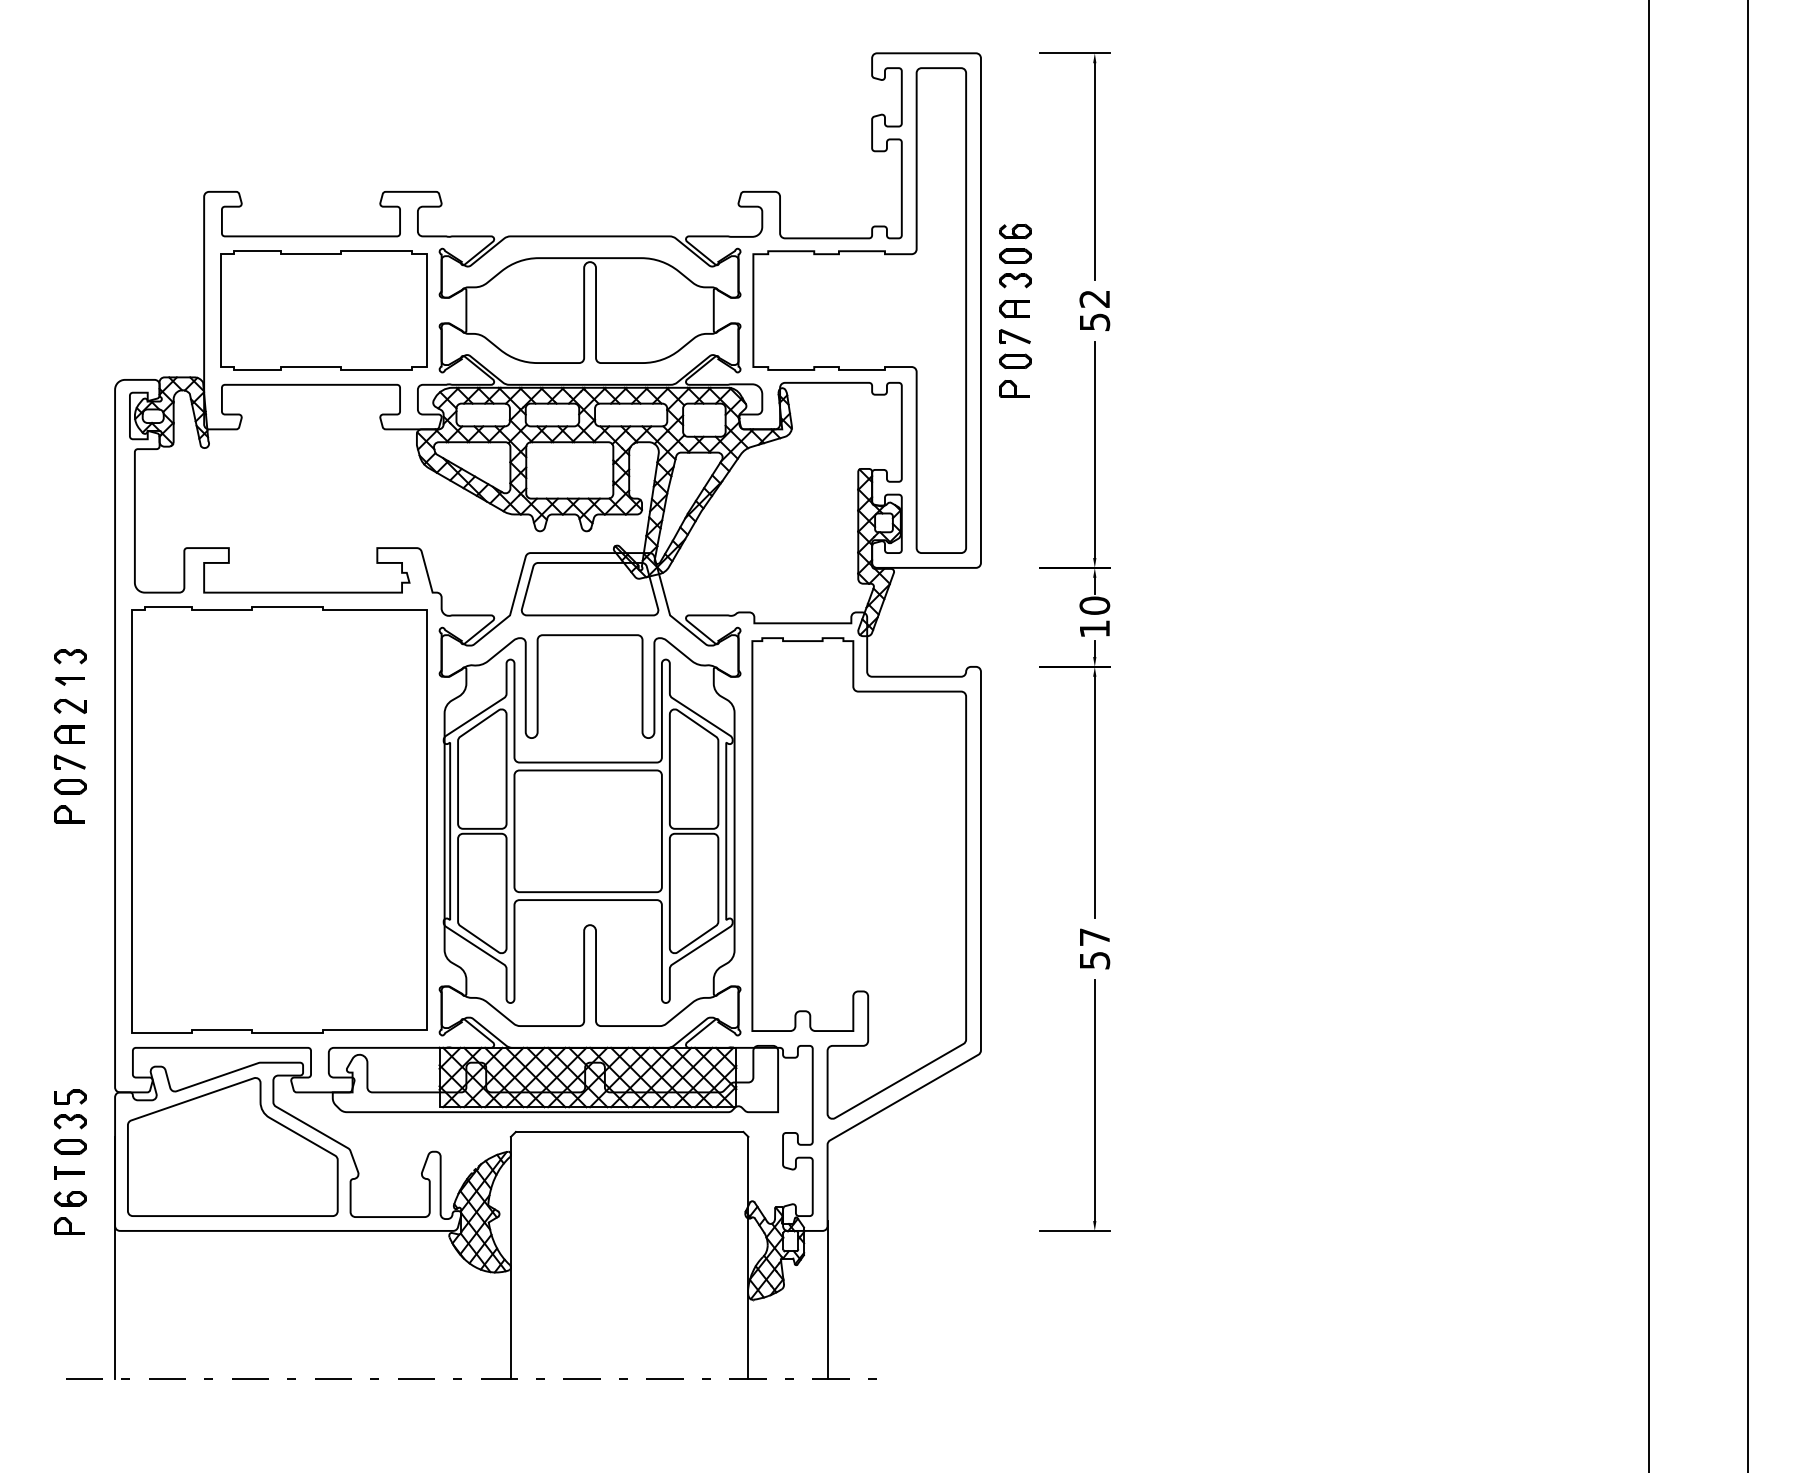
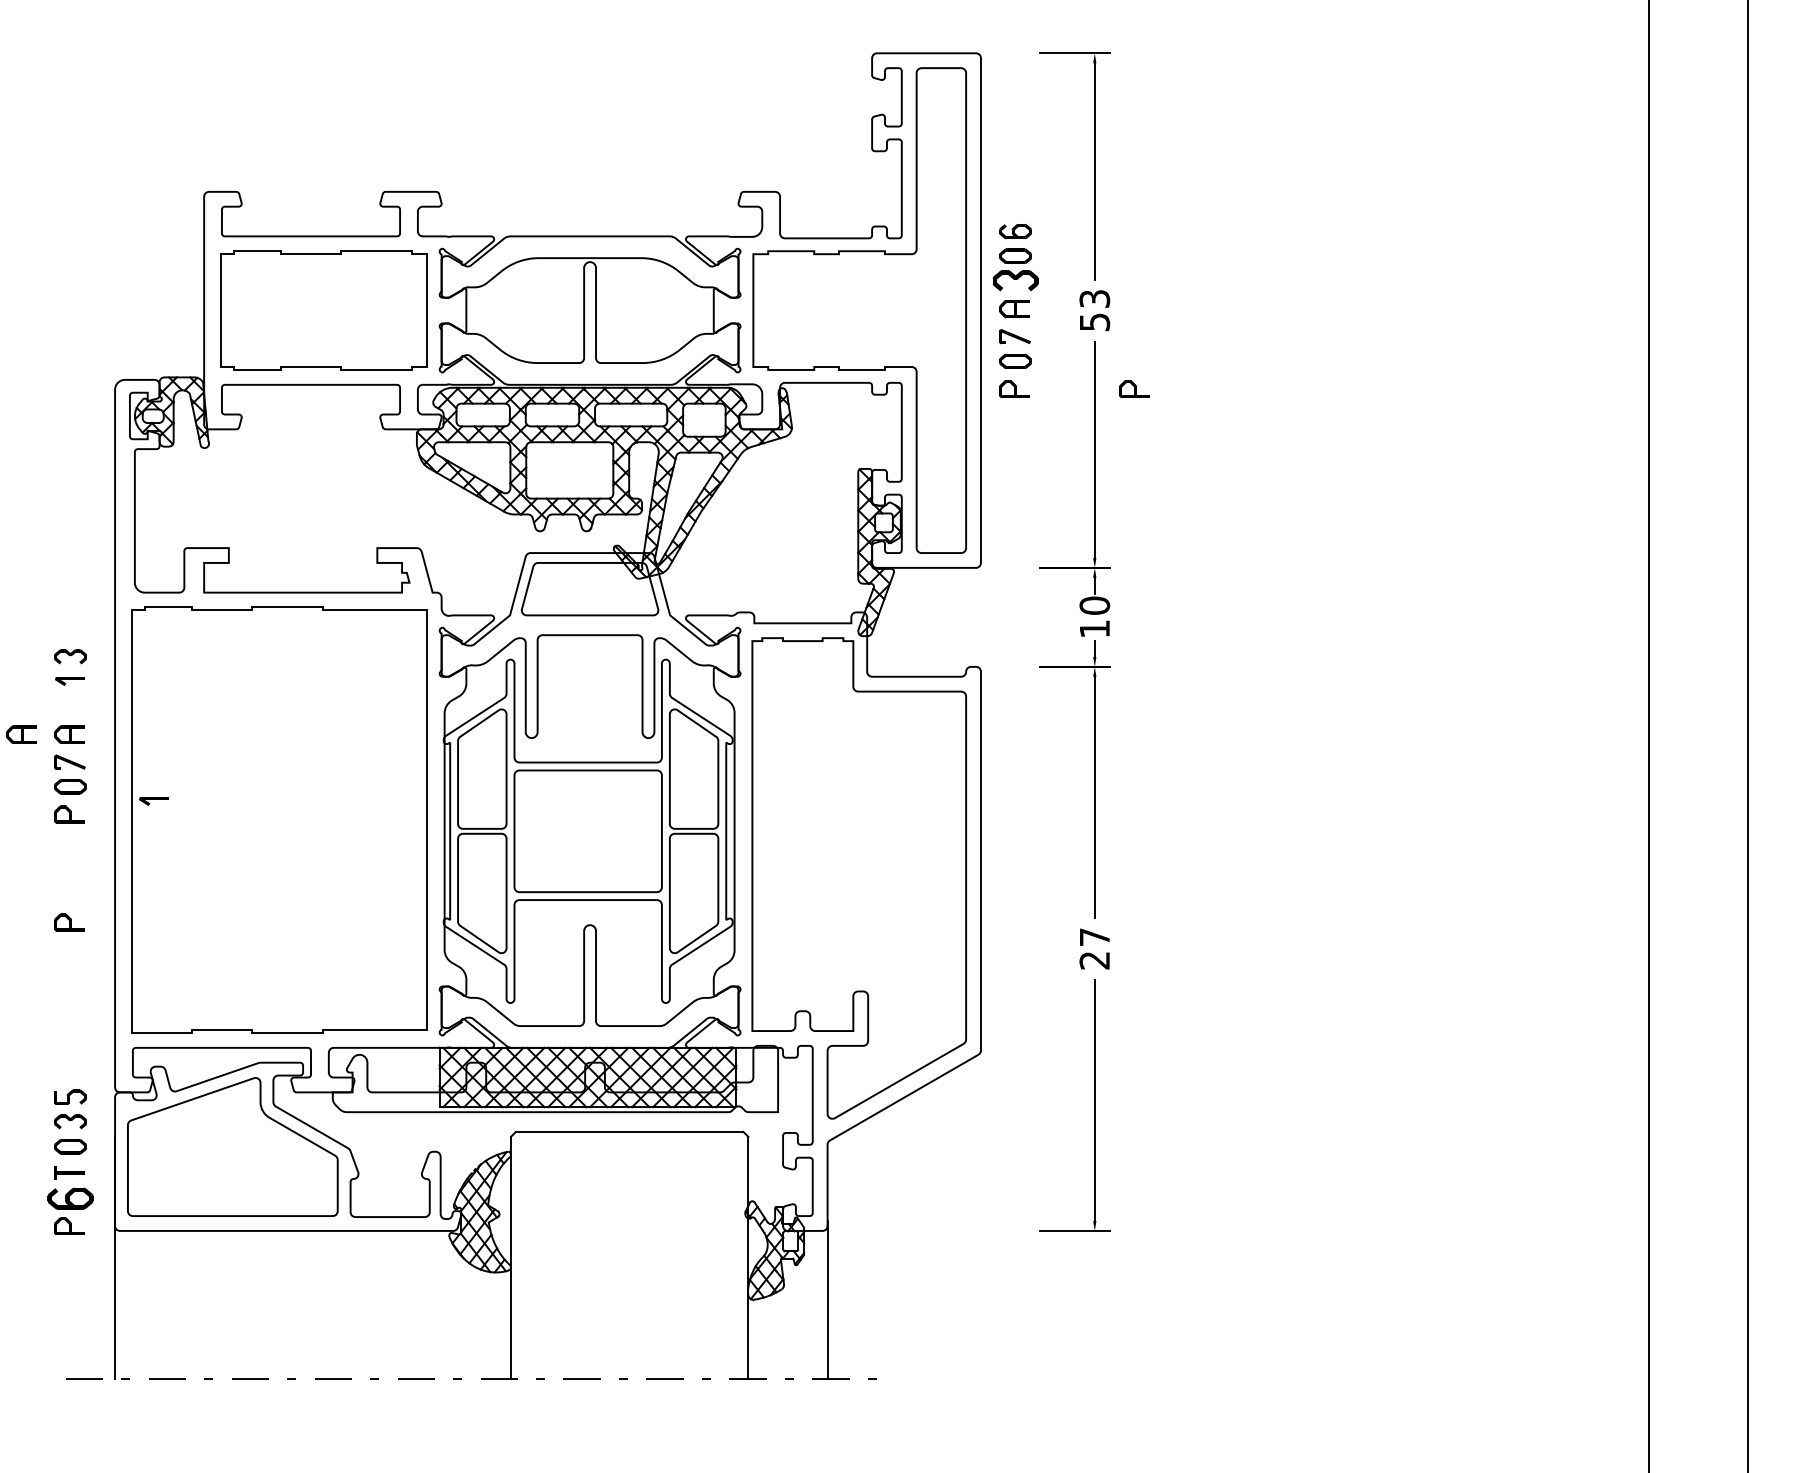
part at (1015, 280) size: 33x16 px -> 47x22 px
text at (1094, 298): 52 -> 53
part at (1134, 388): none -> present
part at (70, 706): present -> none
part at (21, 734): none -> present
part at (153, 801): none -> present
part at (69, 922): none -> present
text at (1094, 960): 57 -> 27
part at (70, 1198) size: 33x16 px -> 47x23 px
